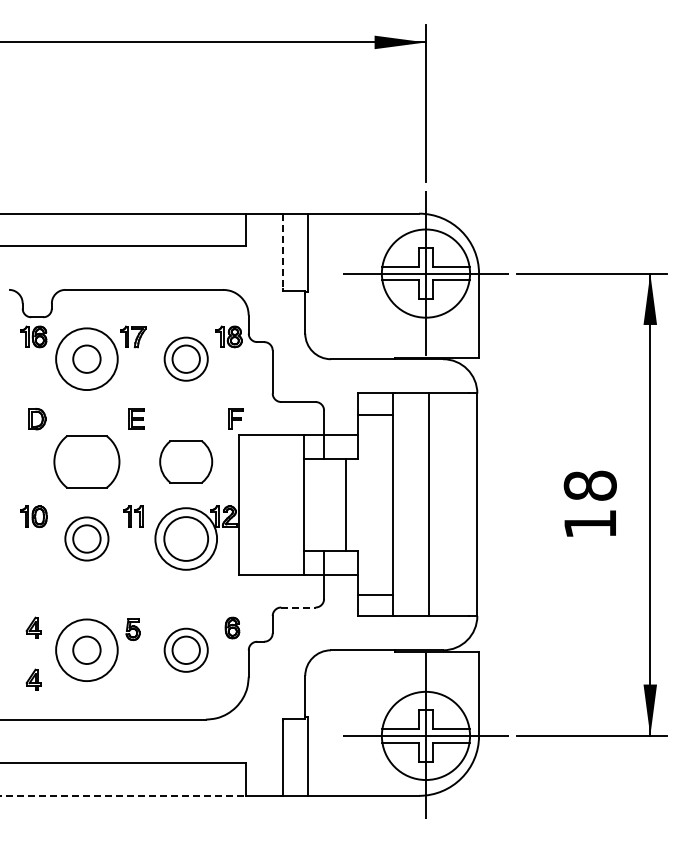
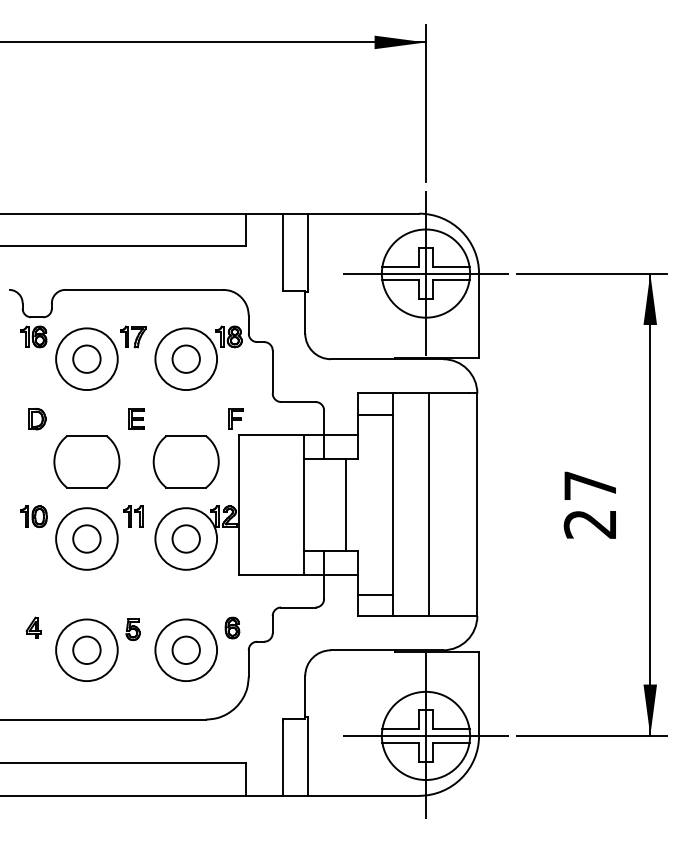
line at (282, 251): dashed -> solid
circle at (185, 358) diameter: 43 px -> 62 px
part at (186, 461) size: 55x44 px -> 68x54 px
text at (589, 504): 18 -> 27
circle at (86, 538) diameter: 43 px -> 62 px
circle at (186, 538) diameter: 44 px -> 27 px
line at (298, 607): dashed -> solid
circle at (185, 649) diameter: 43 px -> 62 px
part at (33, 679): present -> none
line at (123, 795): dashed -> solid
